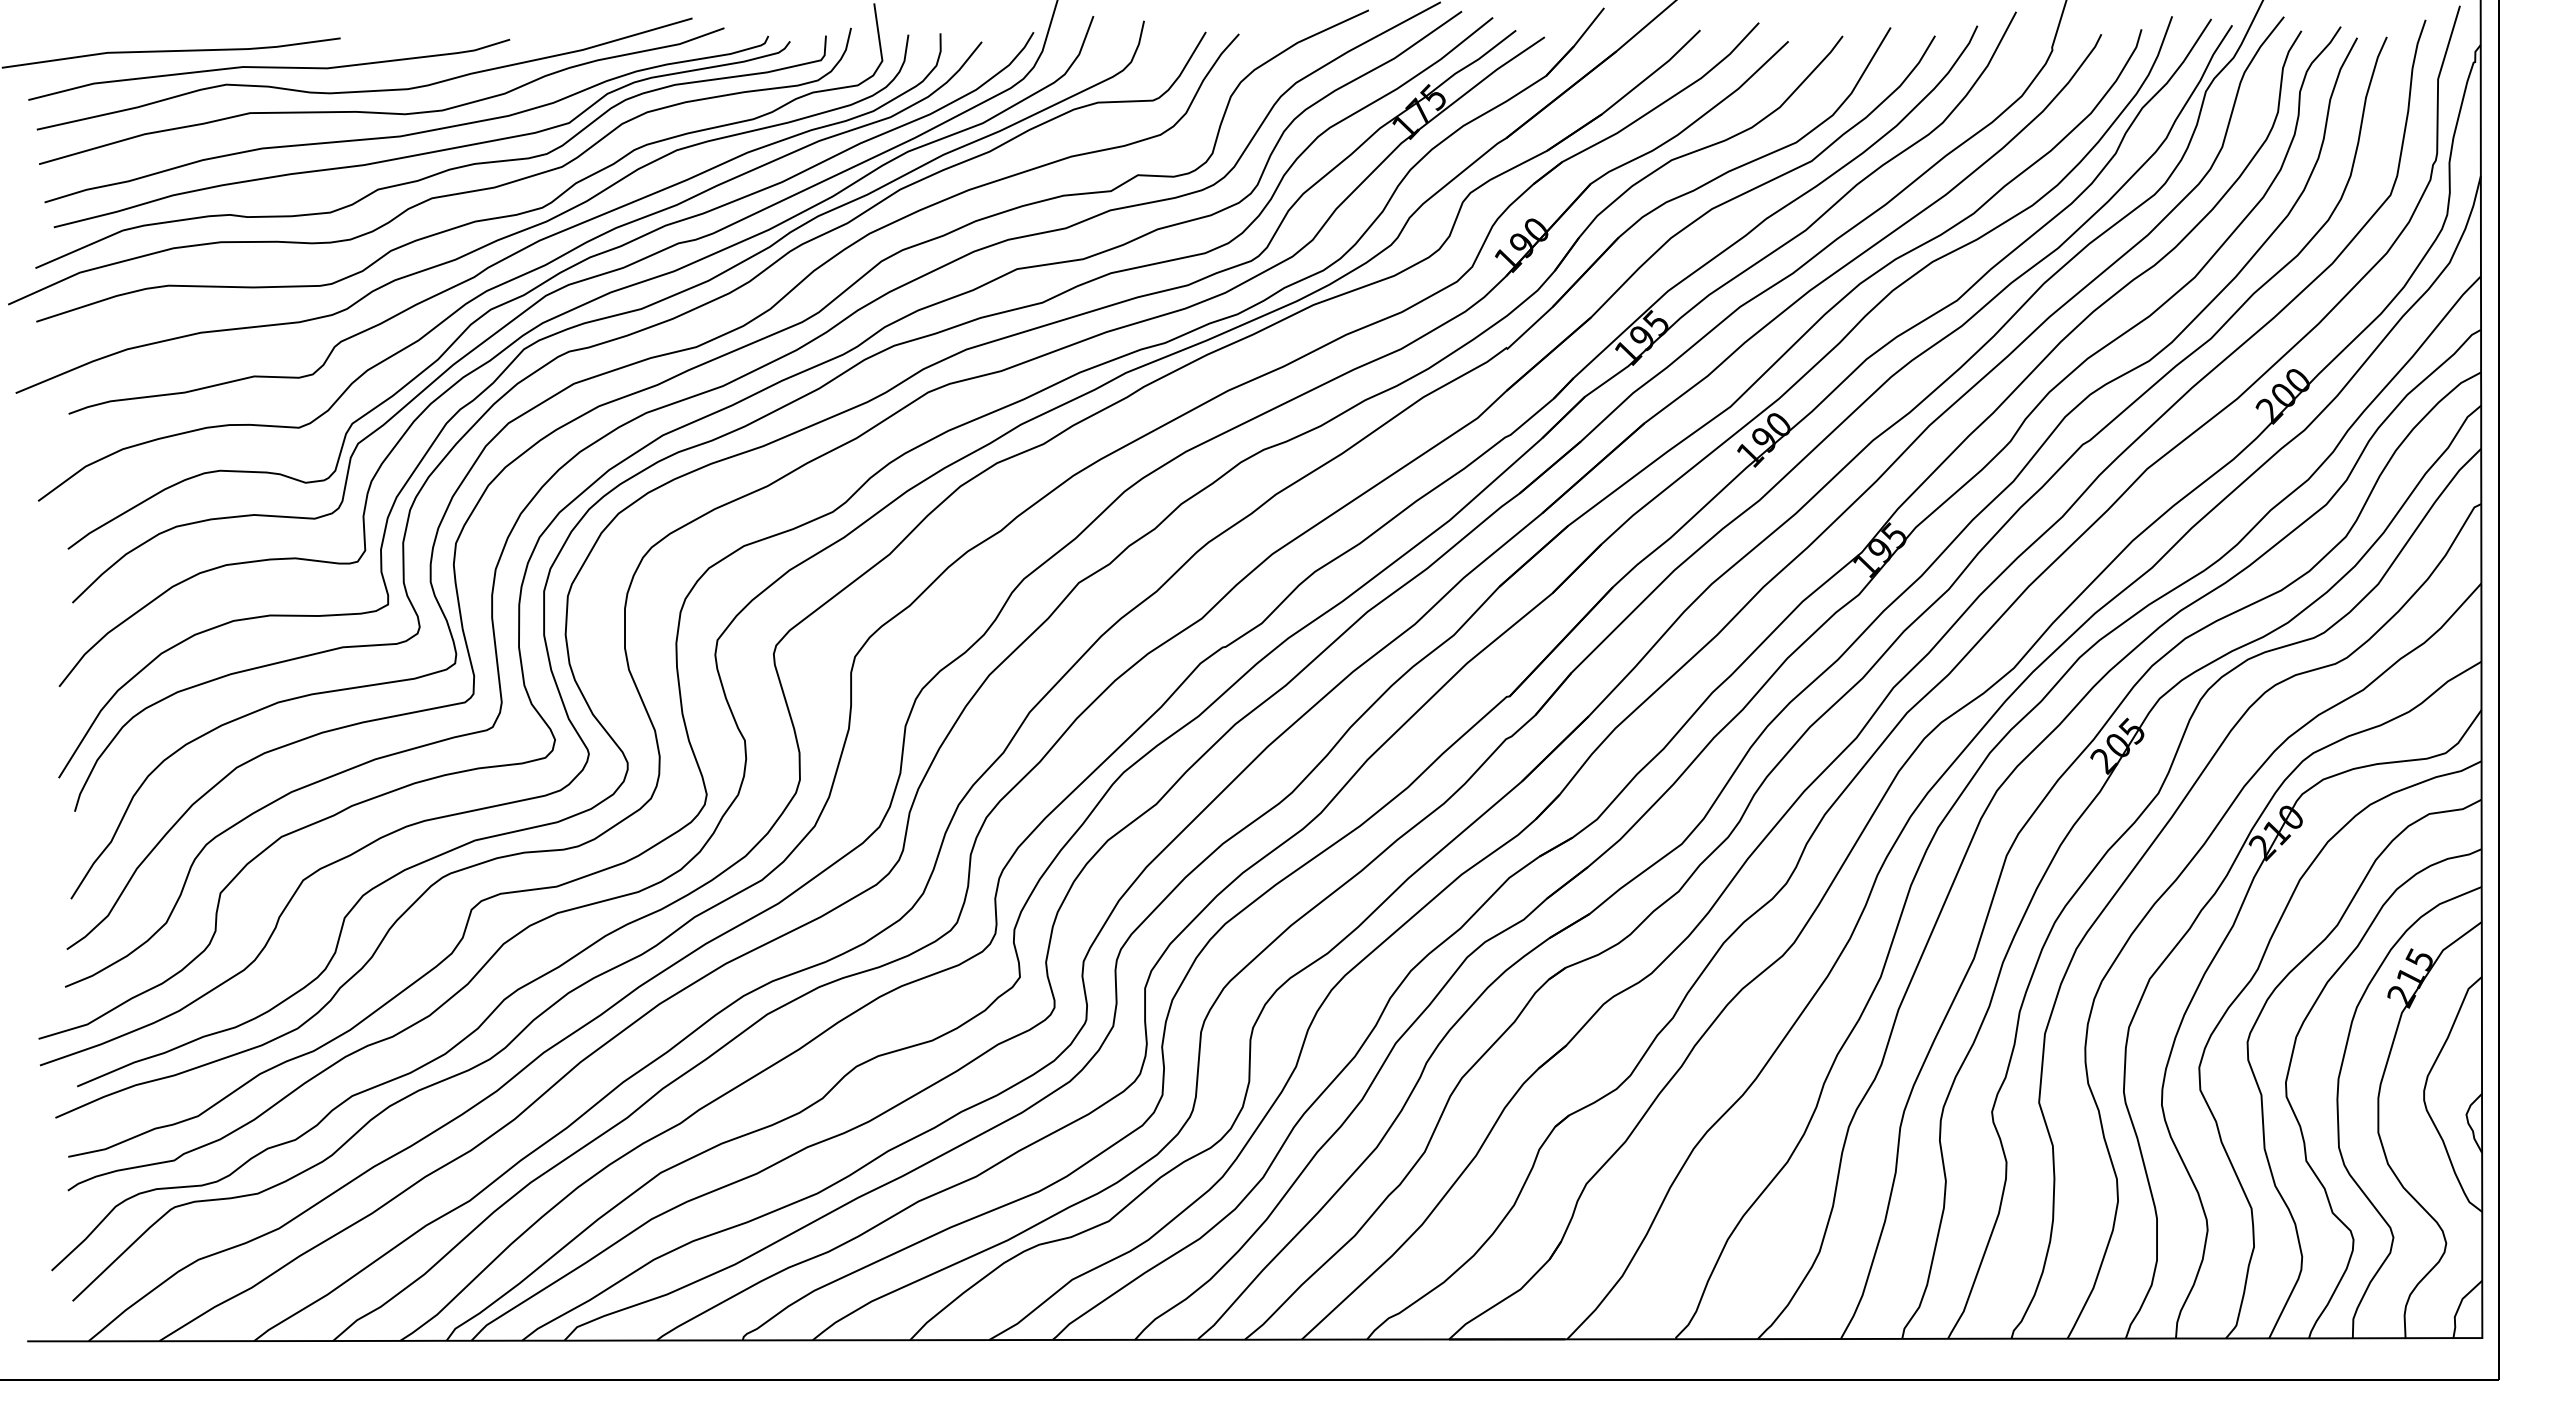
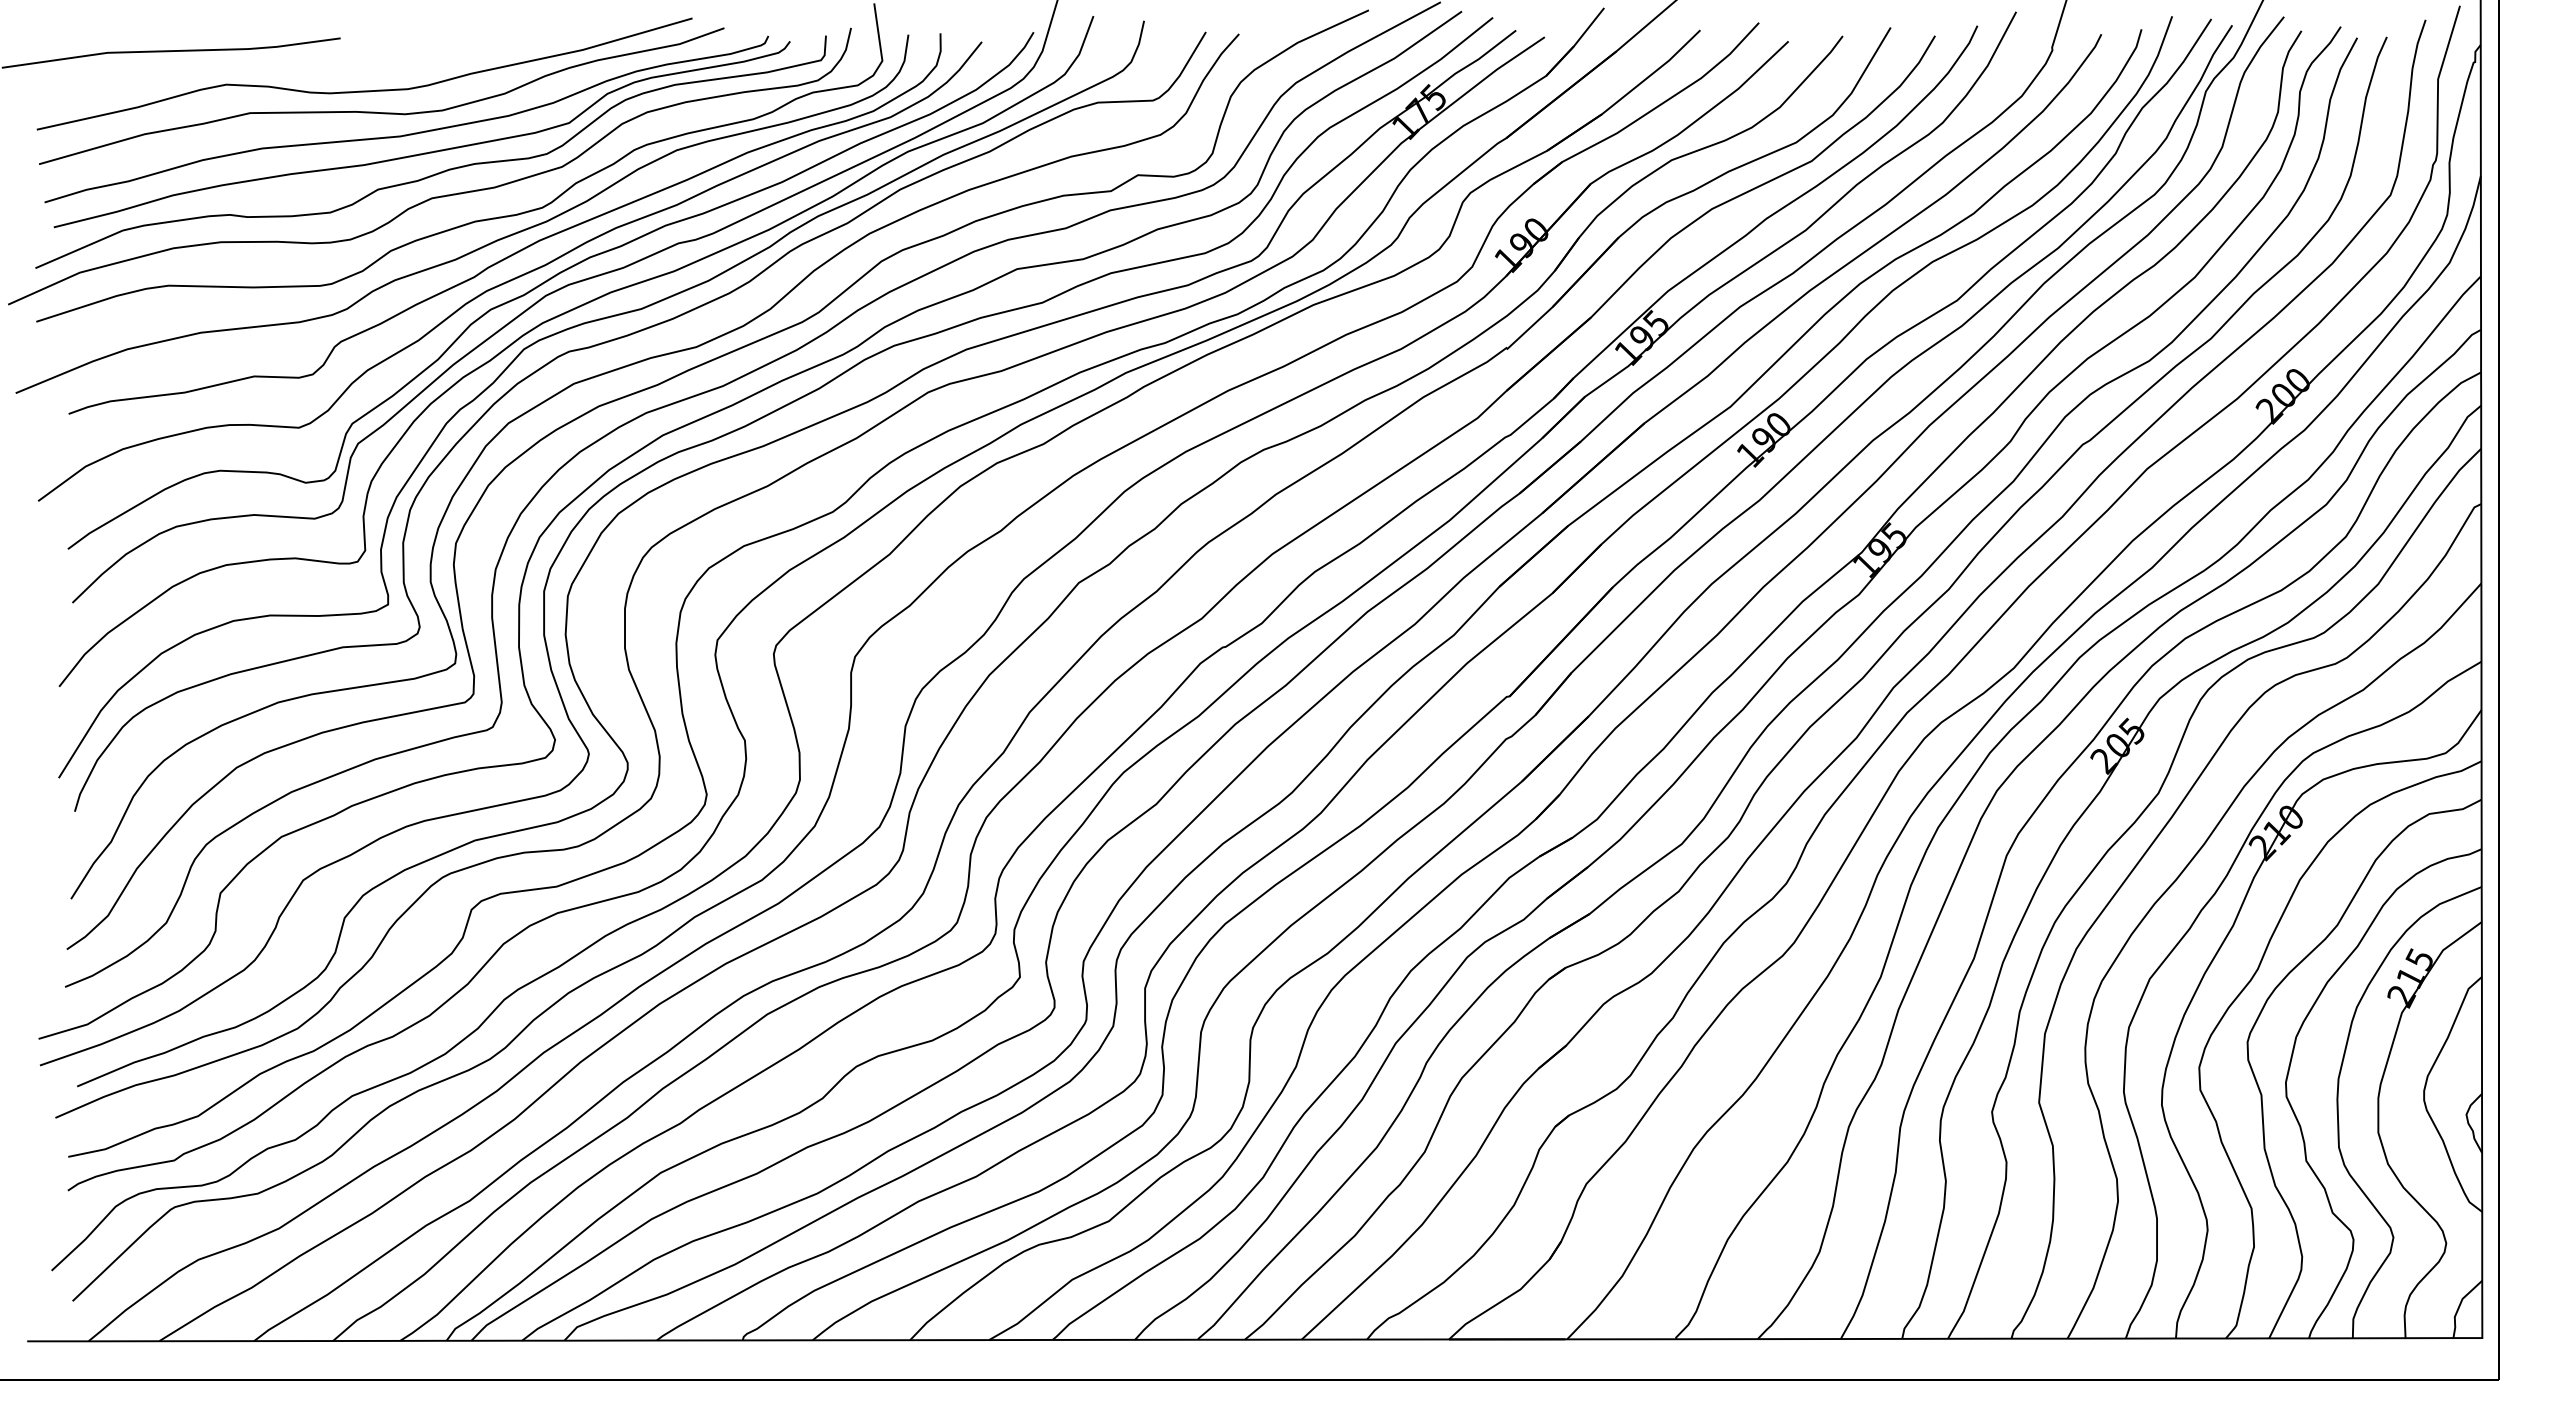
curve at (269, 68): present -> none
